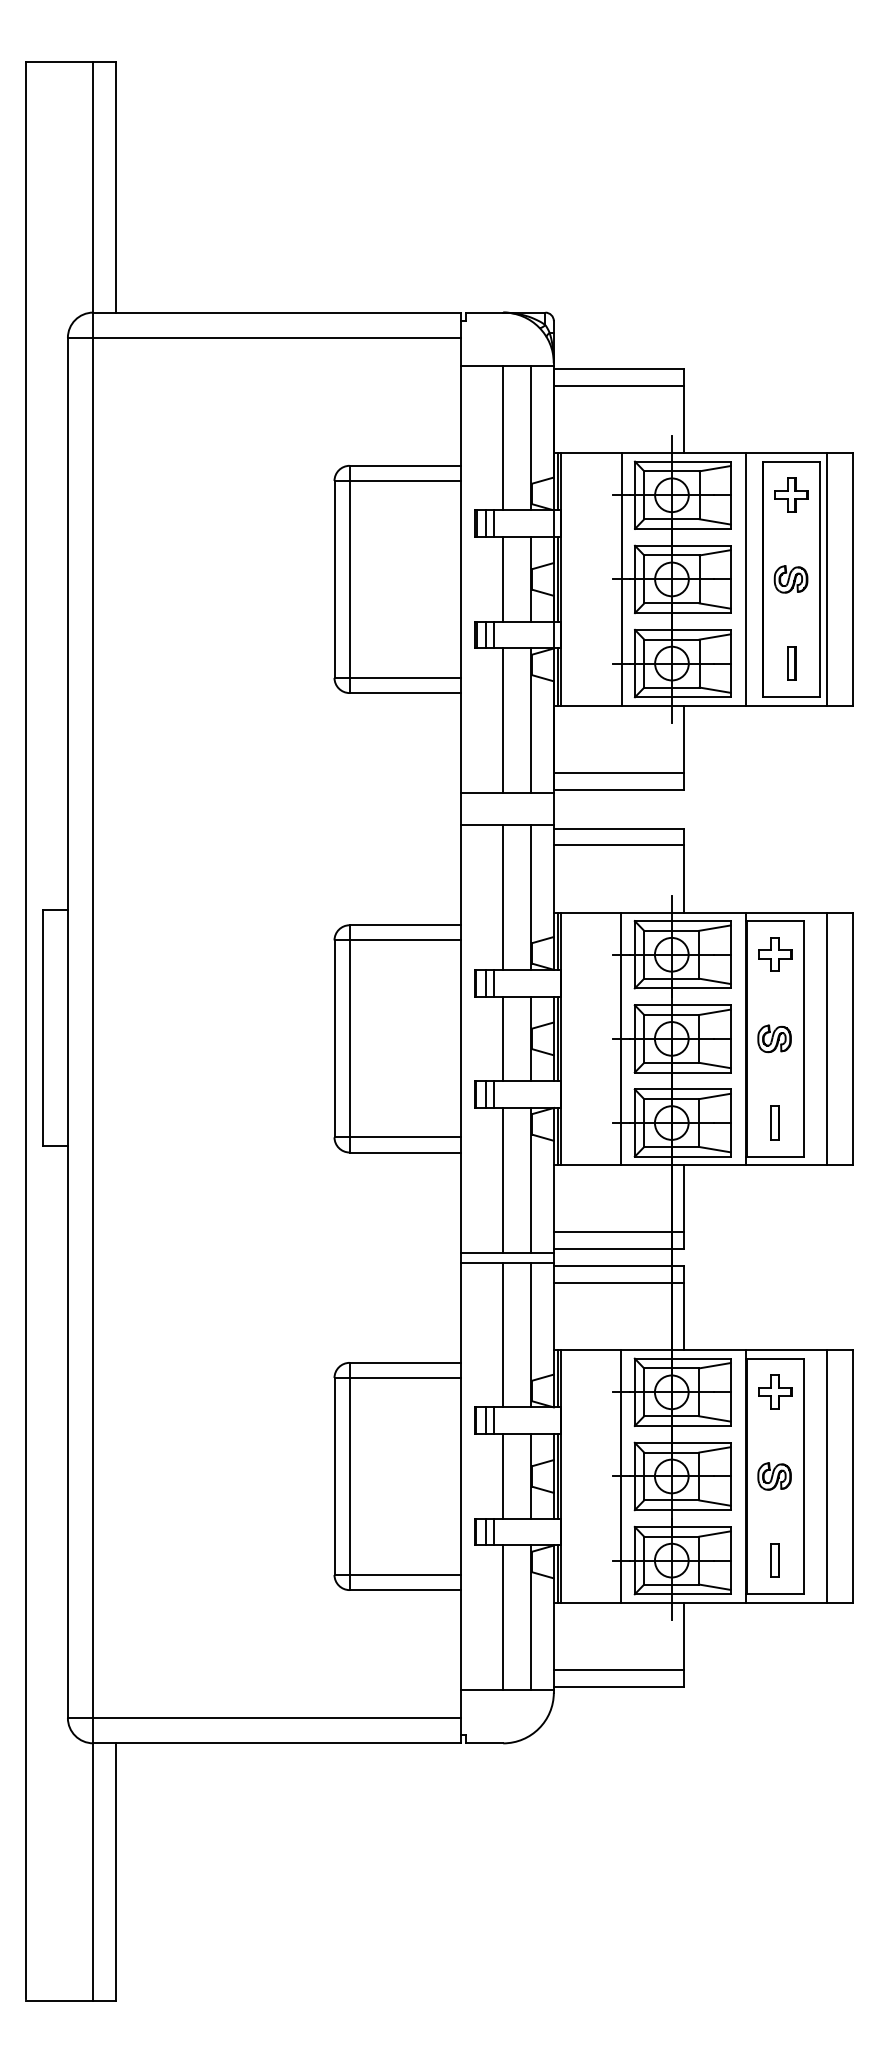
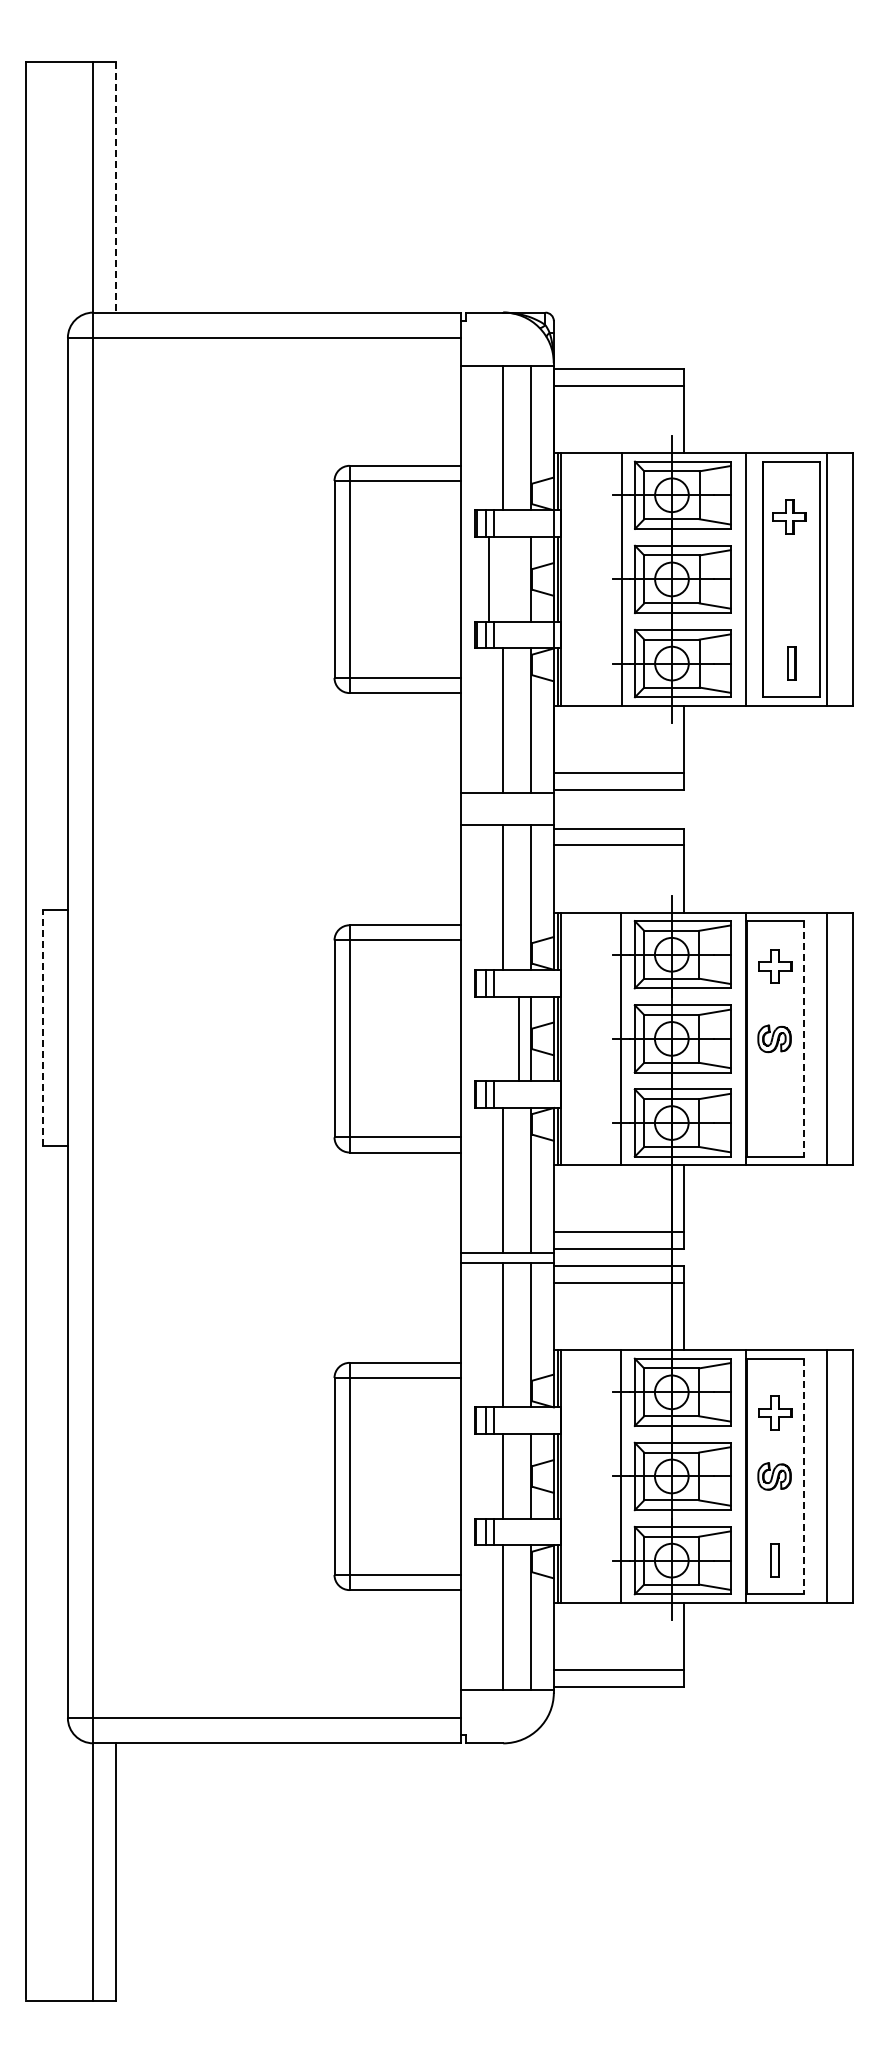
line at (115, 187): solid -> dashed
part at (791, 494) position: (791, 494) -> (789, 516)
line at (503, 579) position: (503, 579) -> (489, 579)
part at (790, 579): present -> none
part at (775, 954) position: (775, 954) -> (775, 966)
line at (42, 1027): solid -> dashed
line at (503, 1038) position: (503, 1038) -> (519, 1038)
line at (803, 1038): solid -> dashed
part at (774, 1122): present -> none
part at (775, 1391) position: (775, 1391) -> (775, 1412)
line at (803, 1476): solid -> dashed
